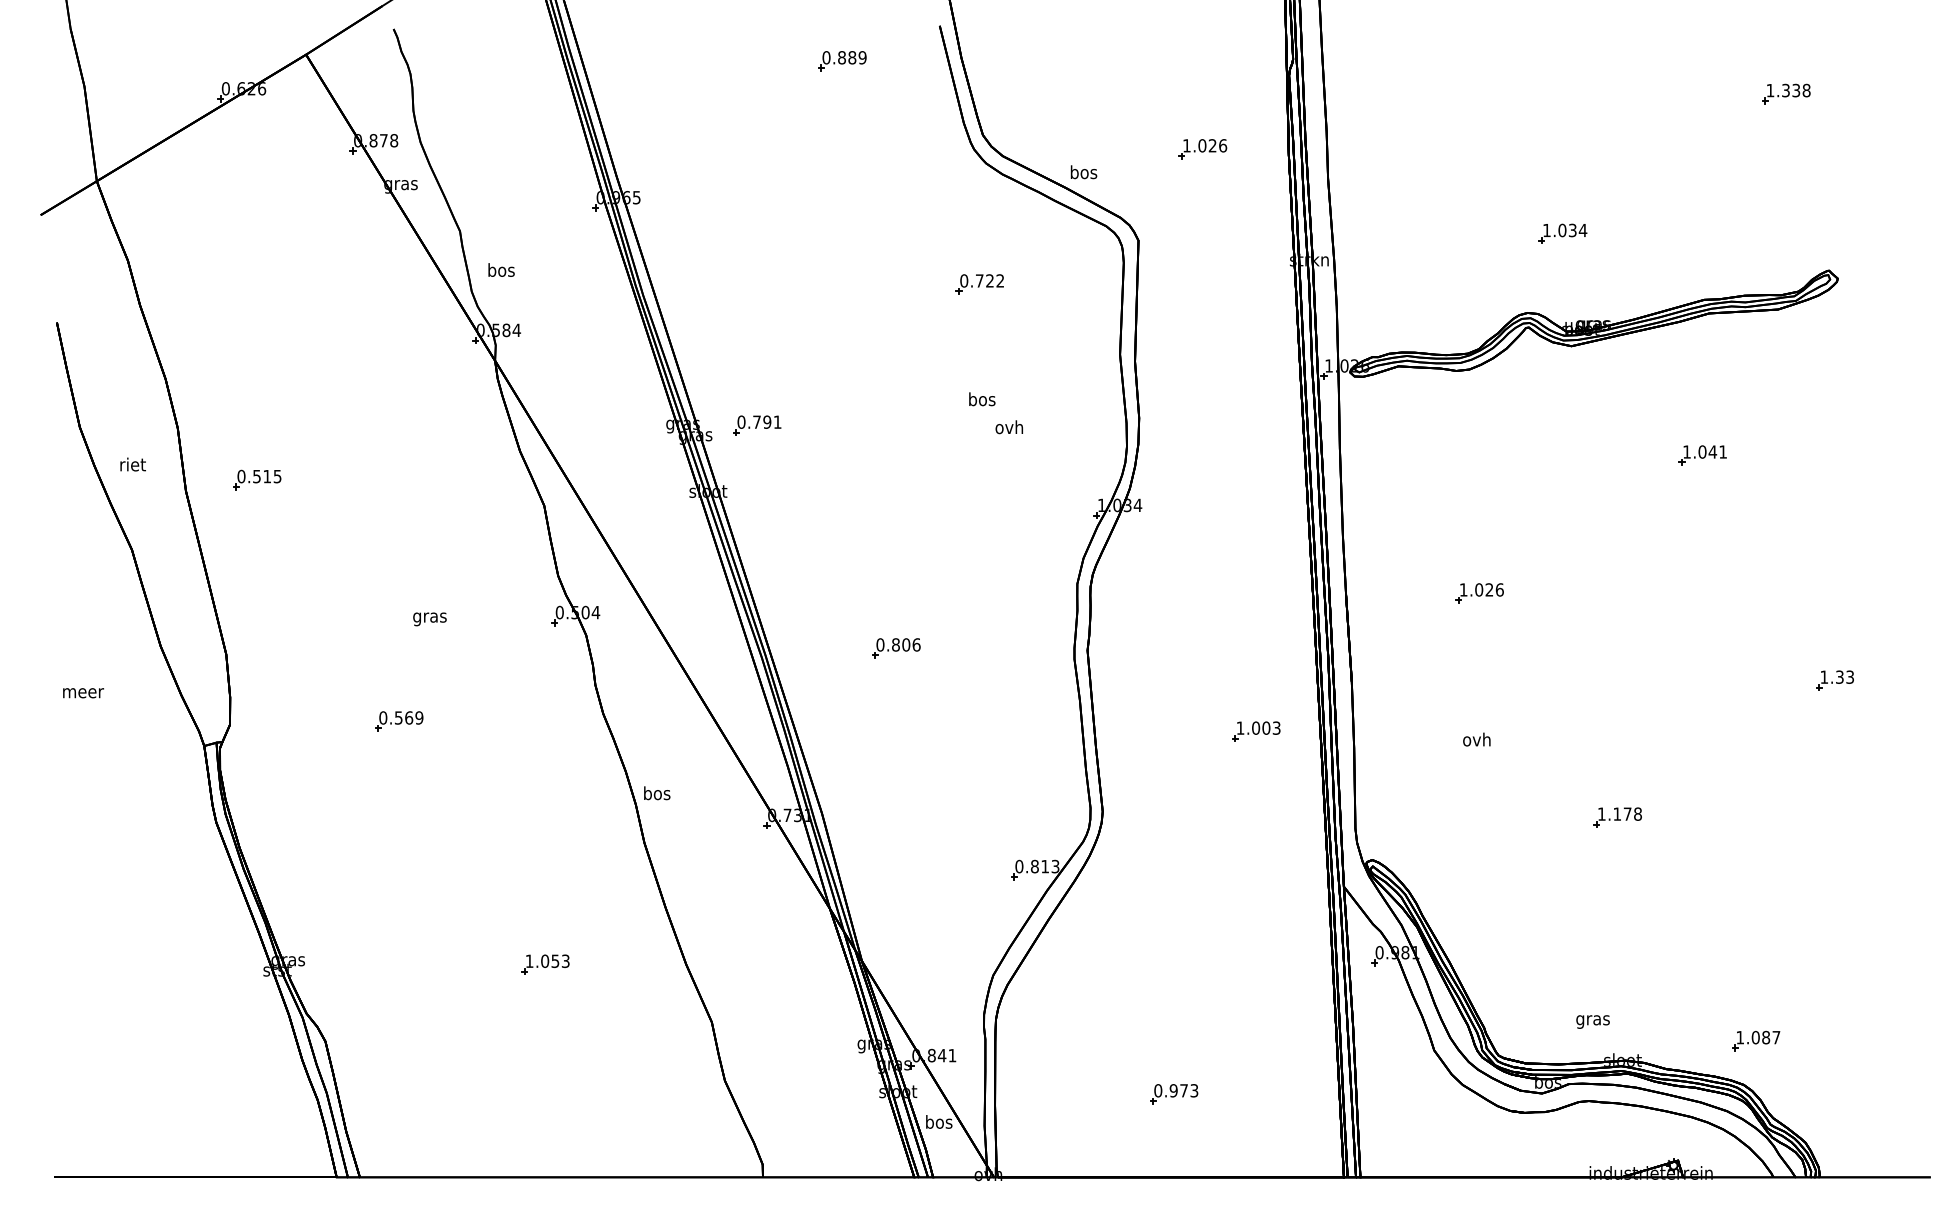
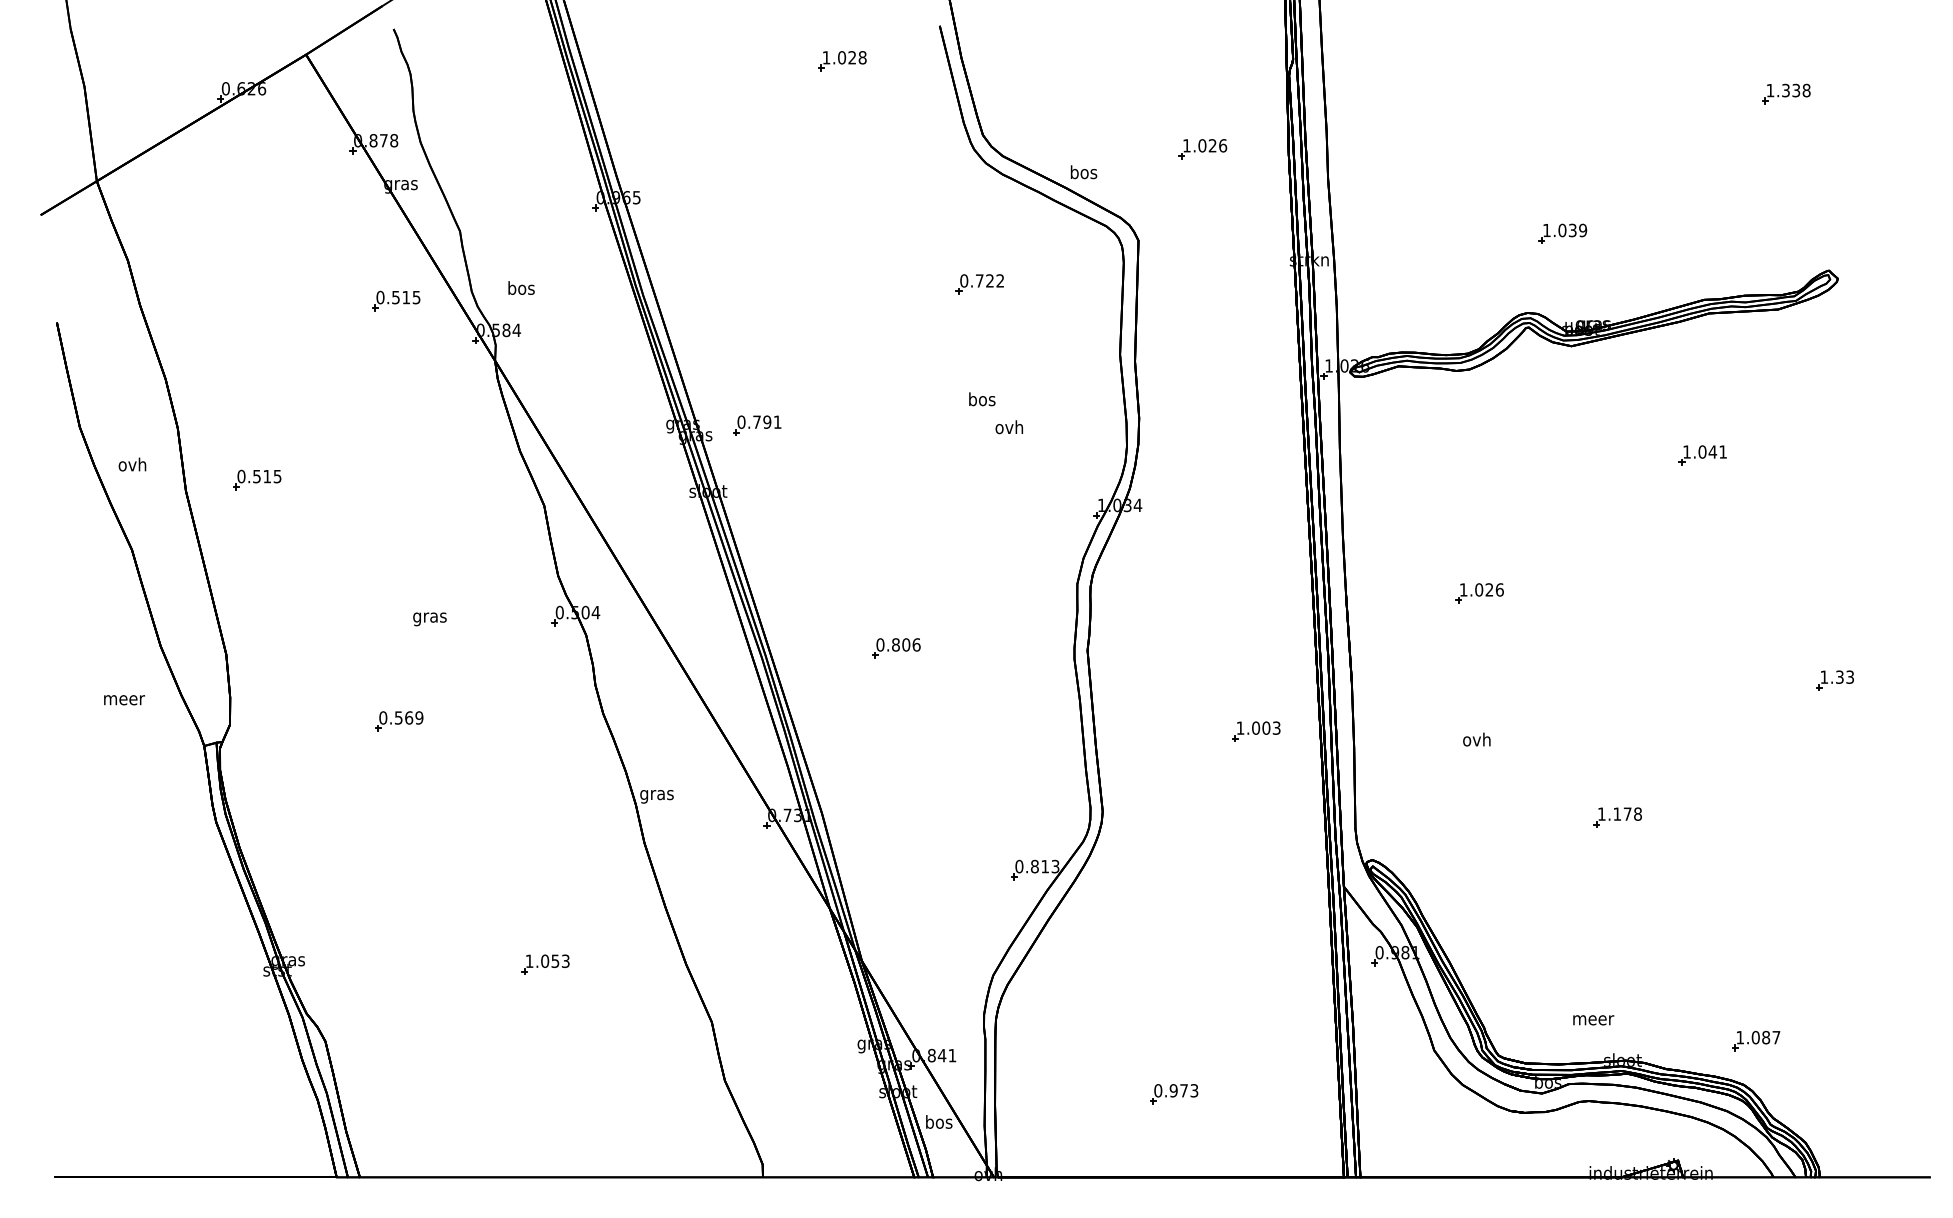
text at (844, 57): 0.889 -> 1.028
text at (1582, 230): 1.034 -> 1.039
text at (501, 269) position: (501, 269) -> (521, 287)
part at (396, 300): none -> present
text at (132, 464): riet -> ovh
text at (83, 693) position: (83, 693) -> (124, 700)
text at (656, 794): bos -> gras
text at (1593, 1021): gras -> meer
